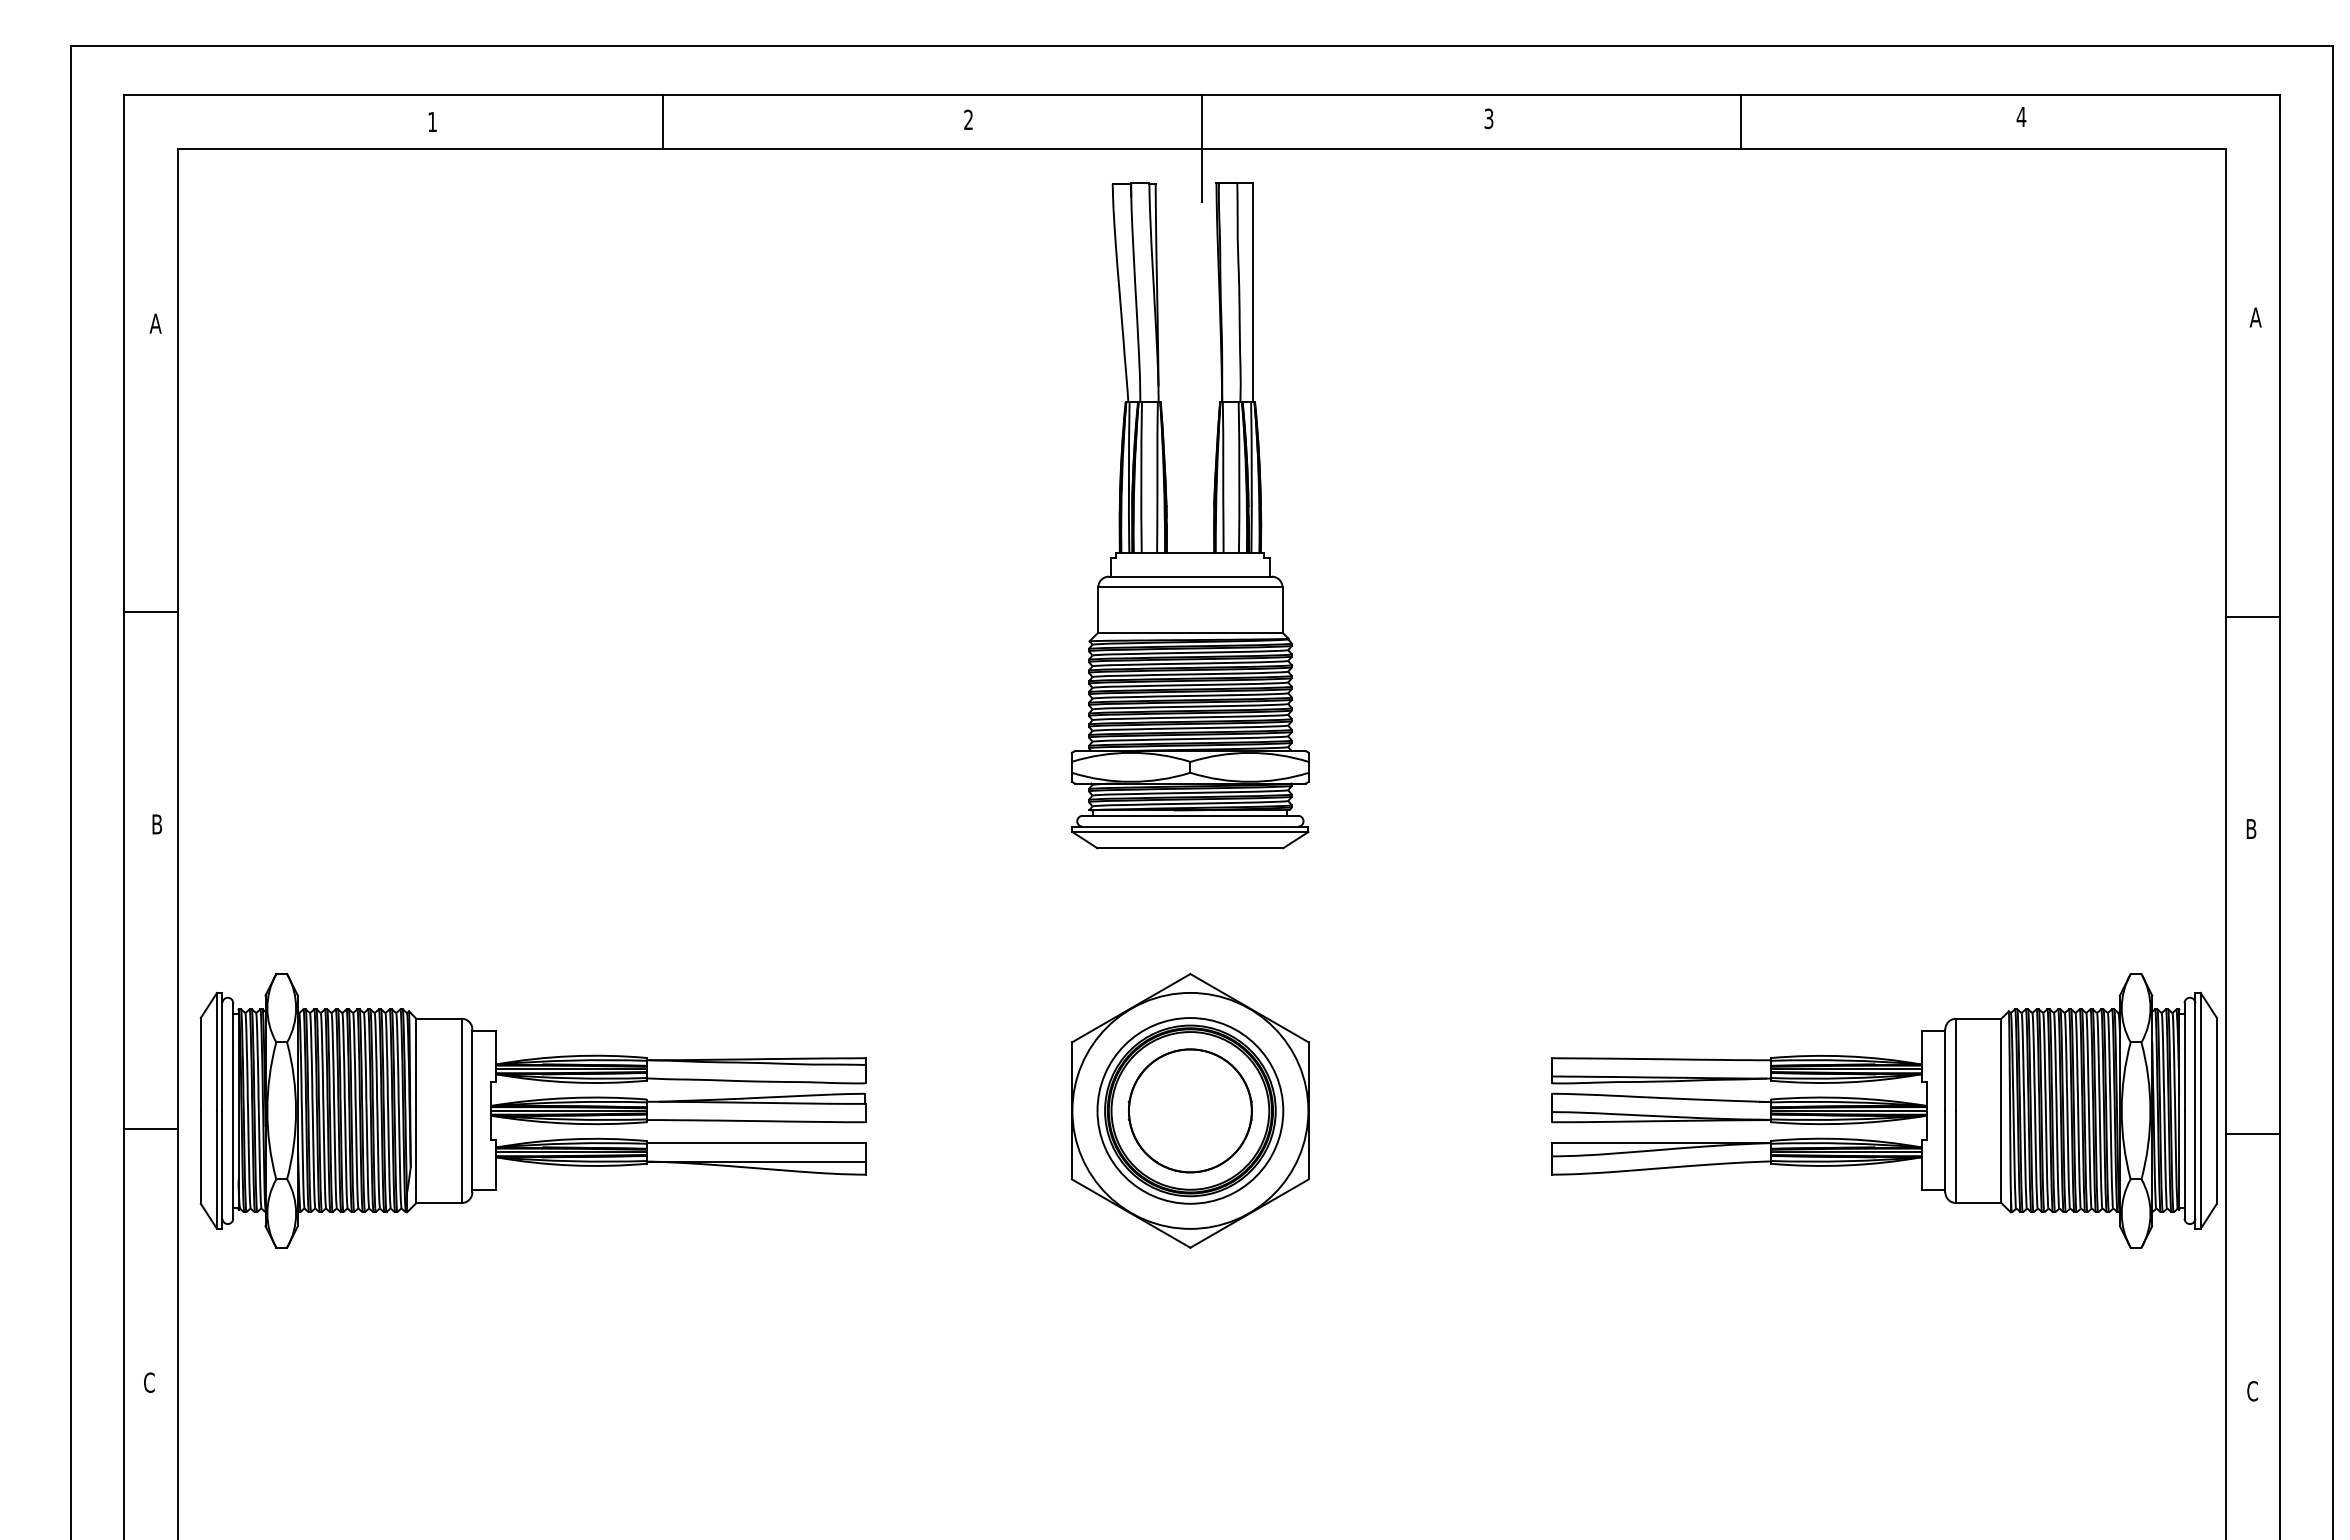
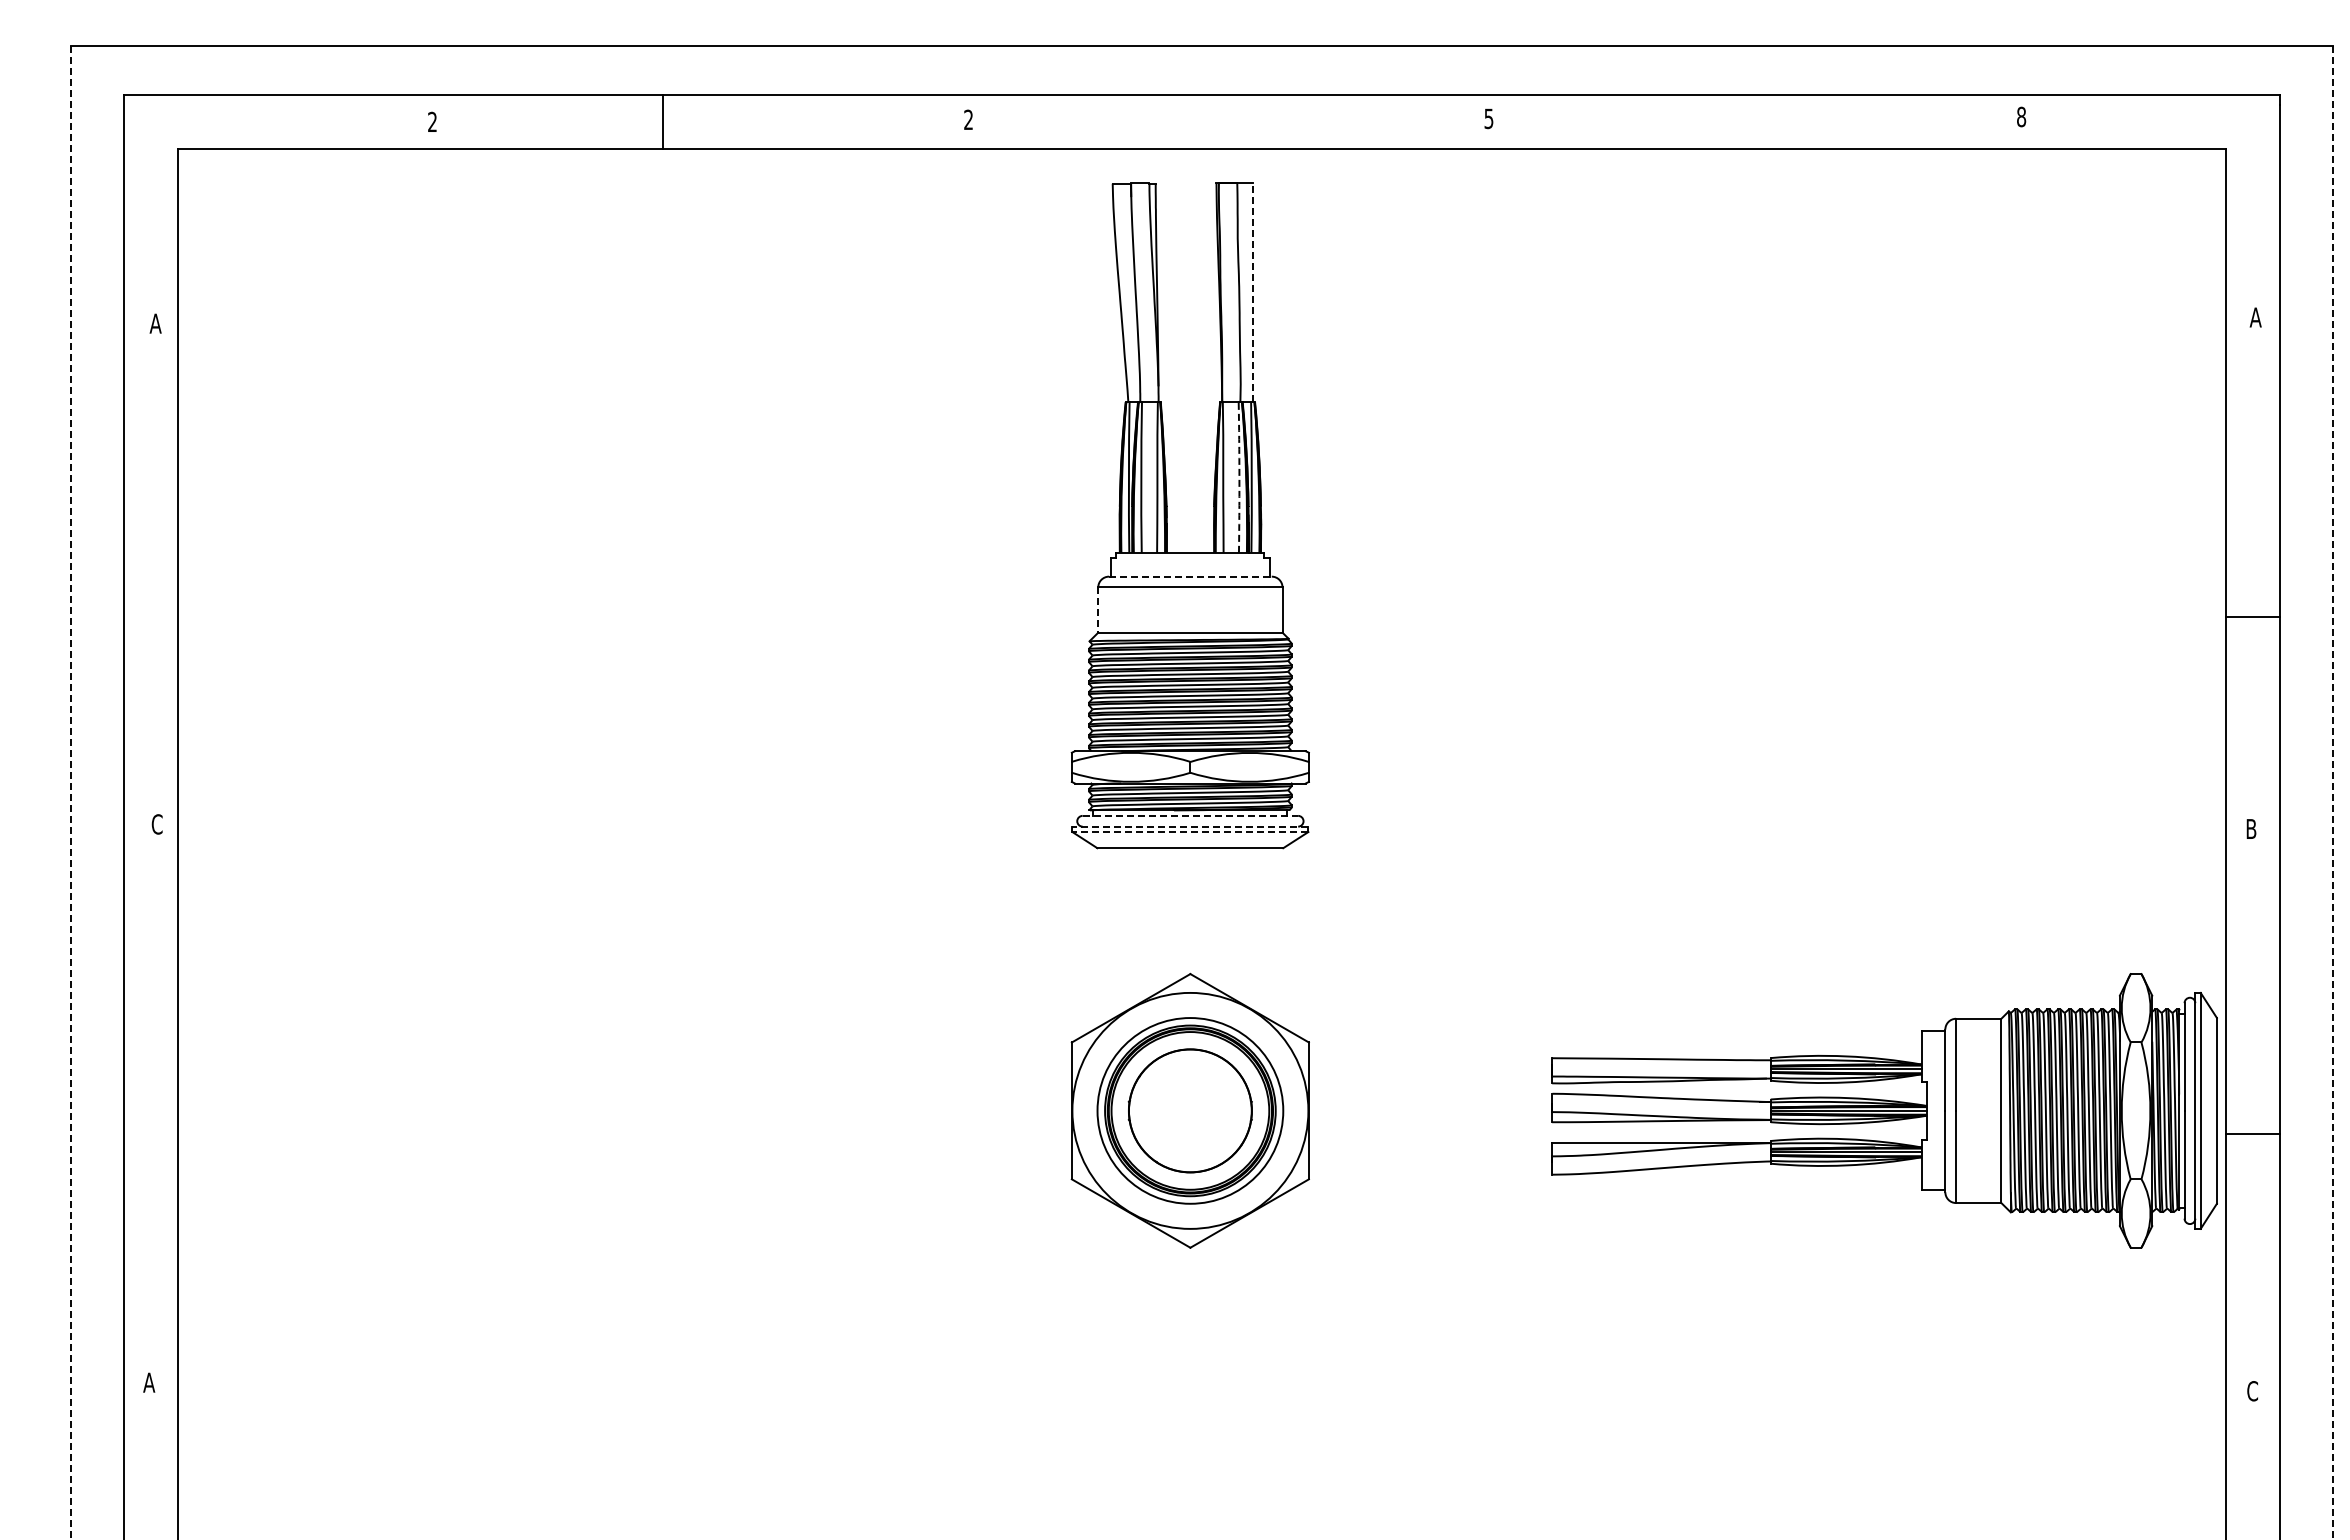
text at (2021, 116): 4 -> 8
text at (1489, 118): 3 -> 5
text at (432, 121): 1 -> 2
line at (1740, 121): present -> none
line at (1201, 148): present -> none
line at (1252, 292): solid -> dashed
arc at (1239, 477): solid -> dashed
line at (1190, 576): solid -> dashed
line at (1098, 610): solid -> dashed
line at (151, 611): present -> none
line at (70, 793): solid -> dashed
line at (2333, 793): solid -> dashed
line at (1190, 815): solid -> dashed
text at (156, 824): B -> C
line at (1190, 826): solid -> dashed
line at (1190, 832): solid -> dashed
part at (532, 1110): present -> none
line at (151, 1129): present -> none
text at (149, 1382): C -> A
